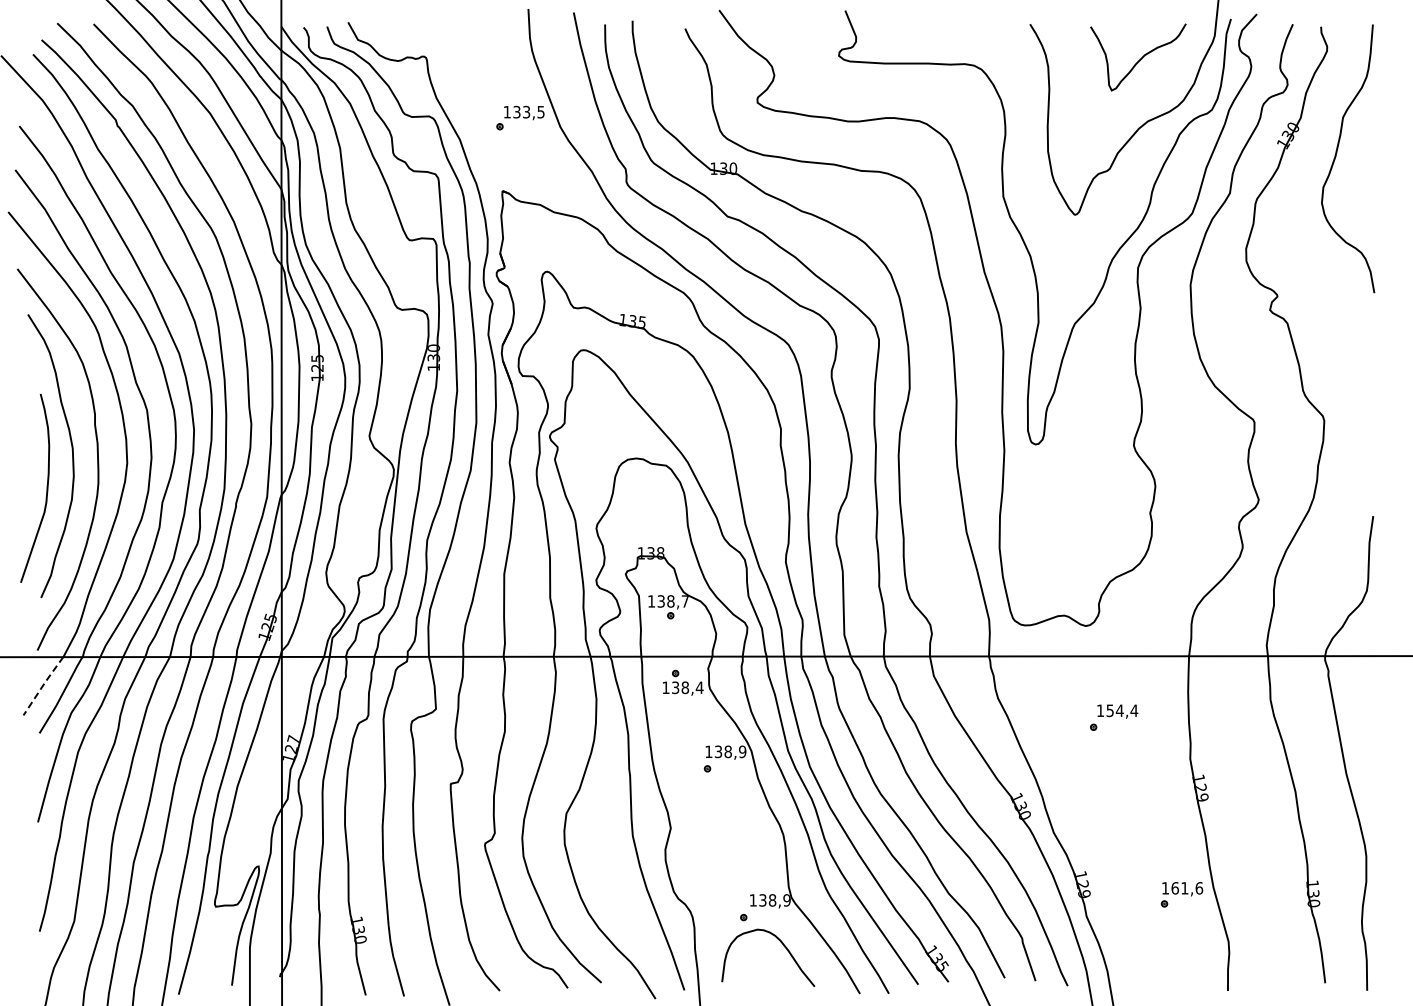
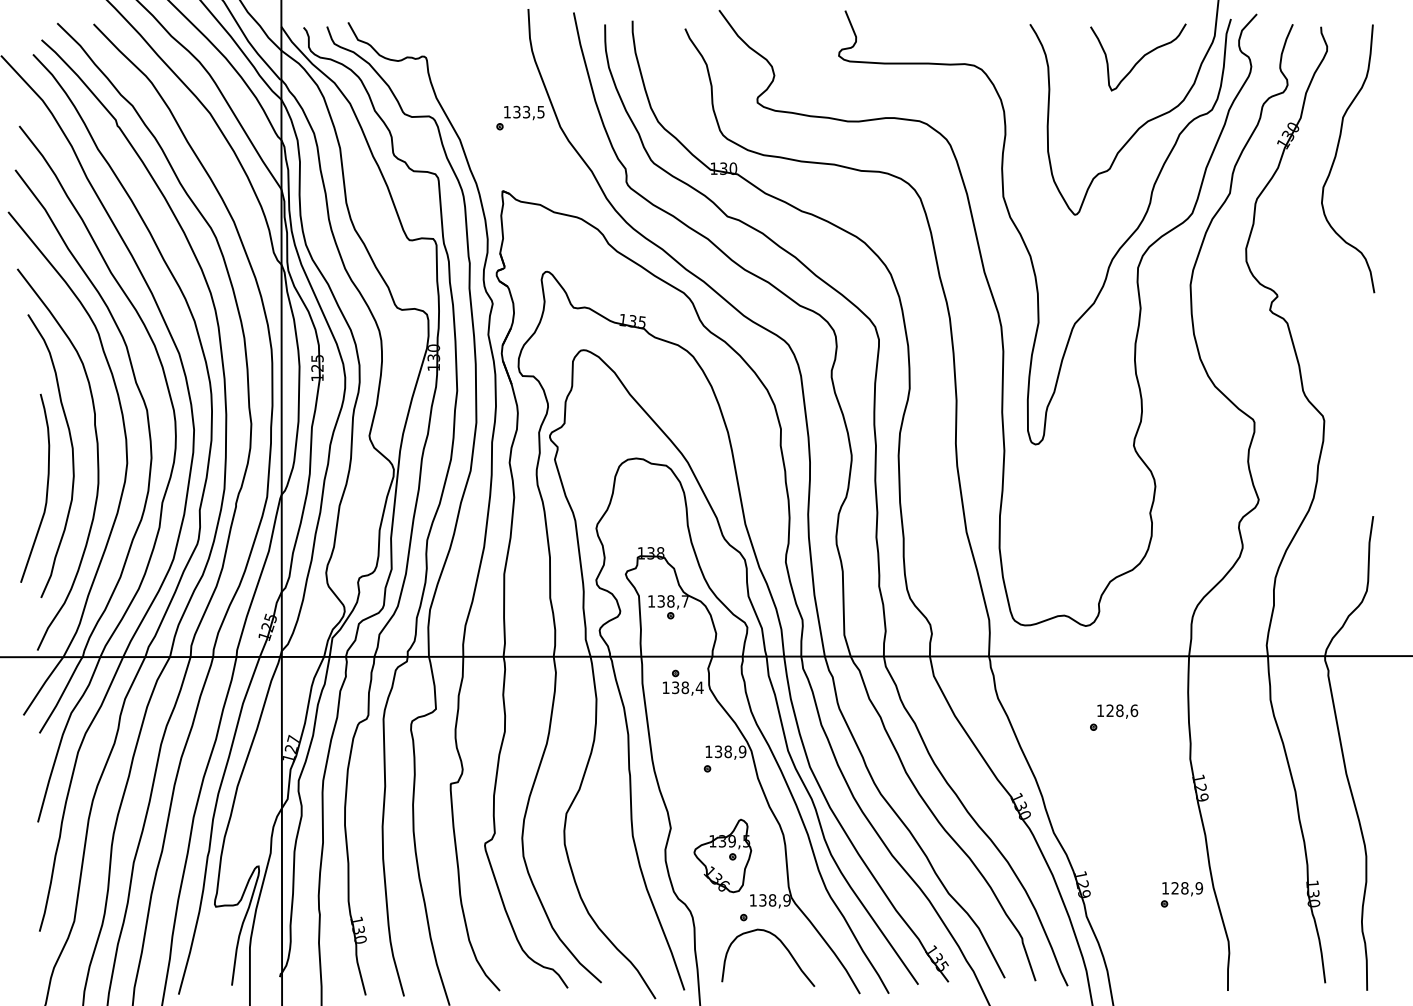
line at (43, 685): dashed -> solid
text at (1122, 710): 154,4 -> 128,6
part at (722, 855): none -> present
text at (1187, 888): 161,6 -> 128,9
